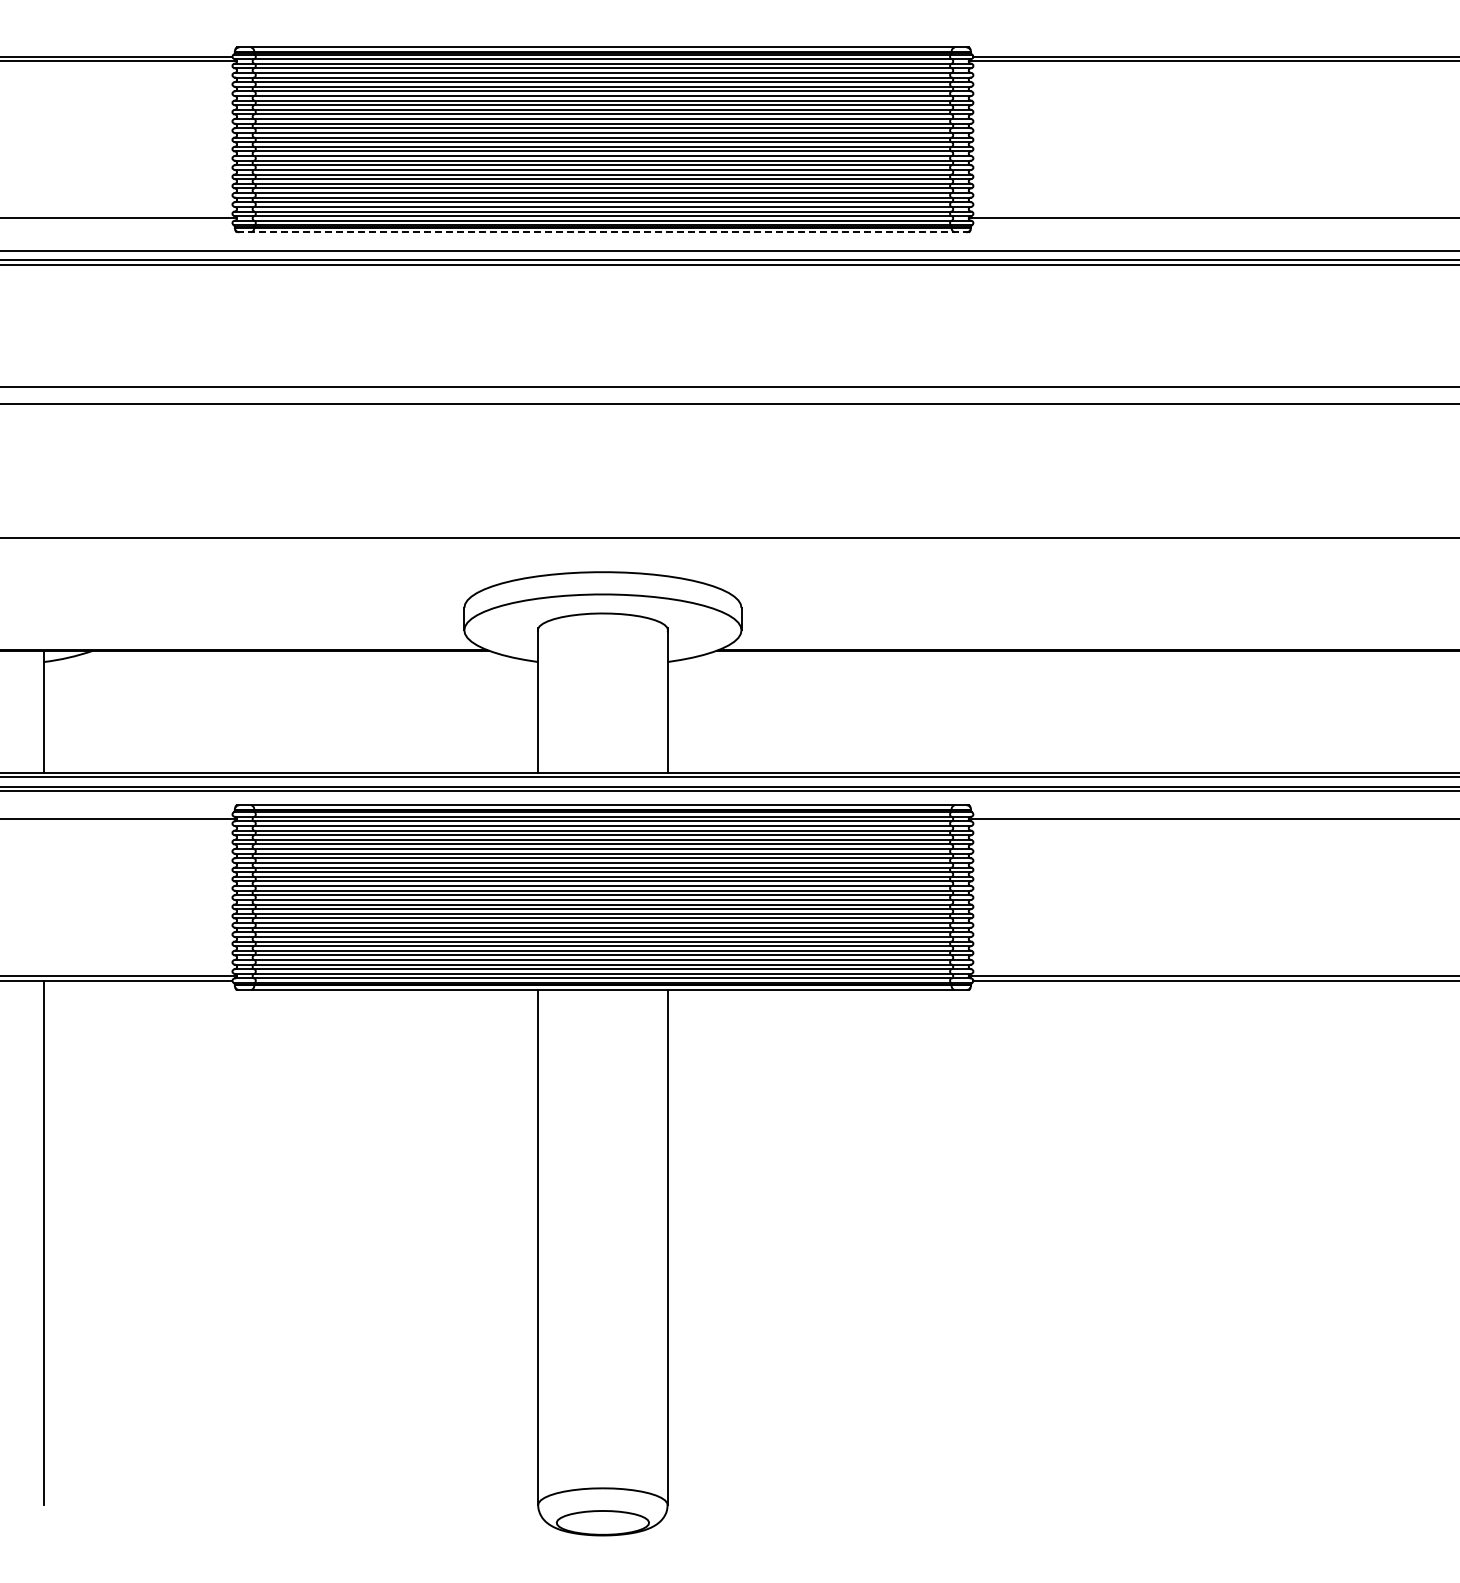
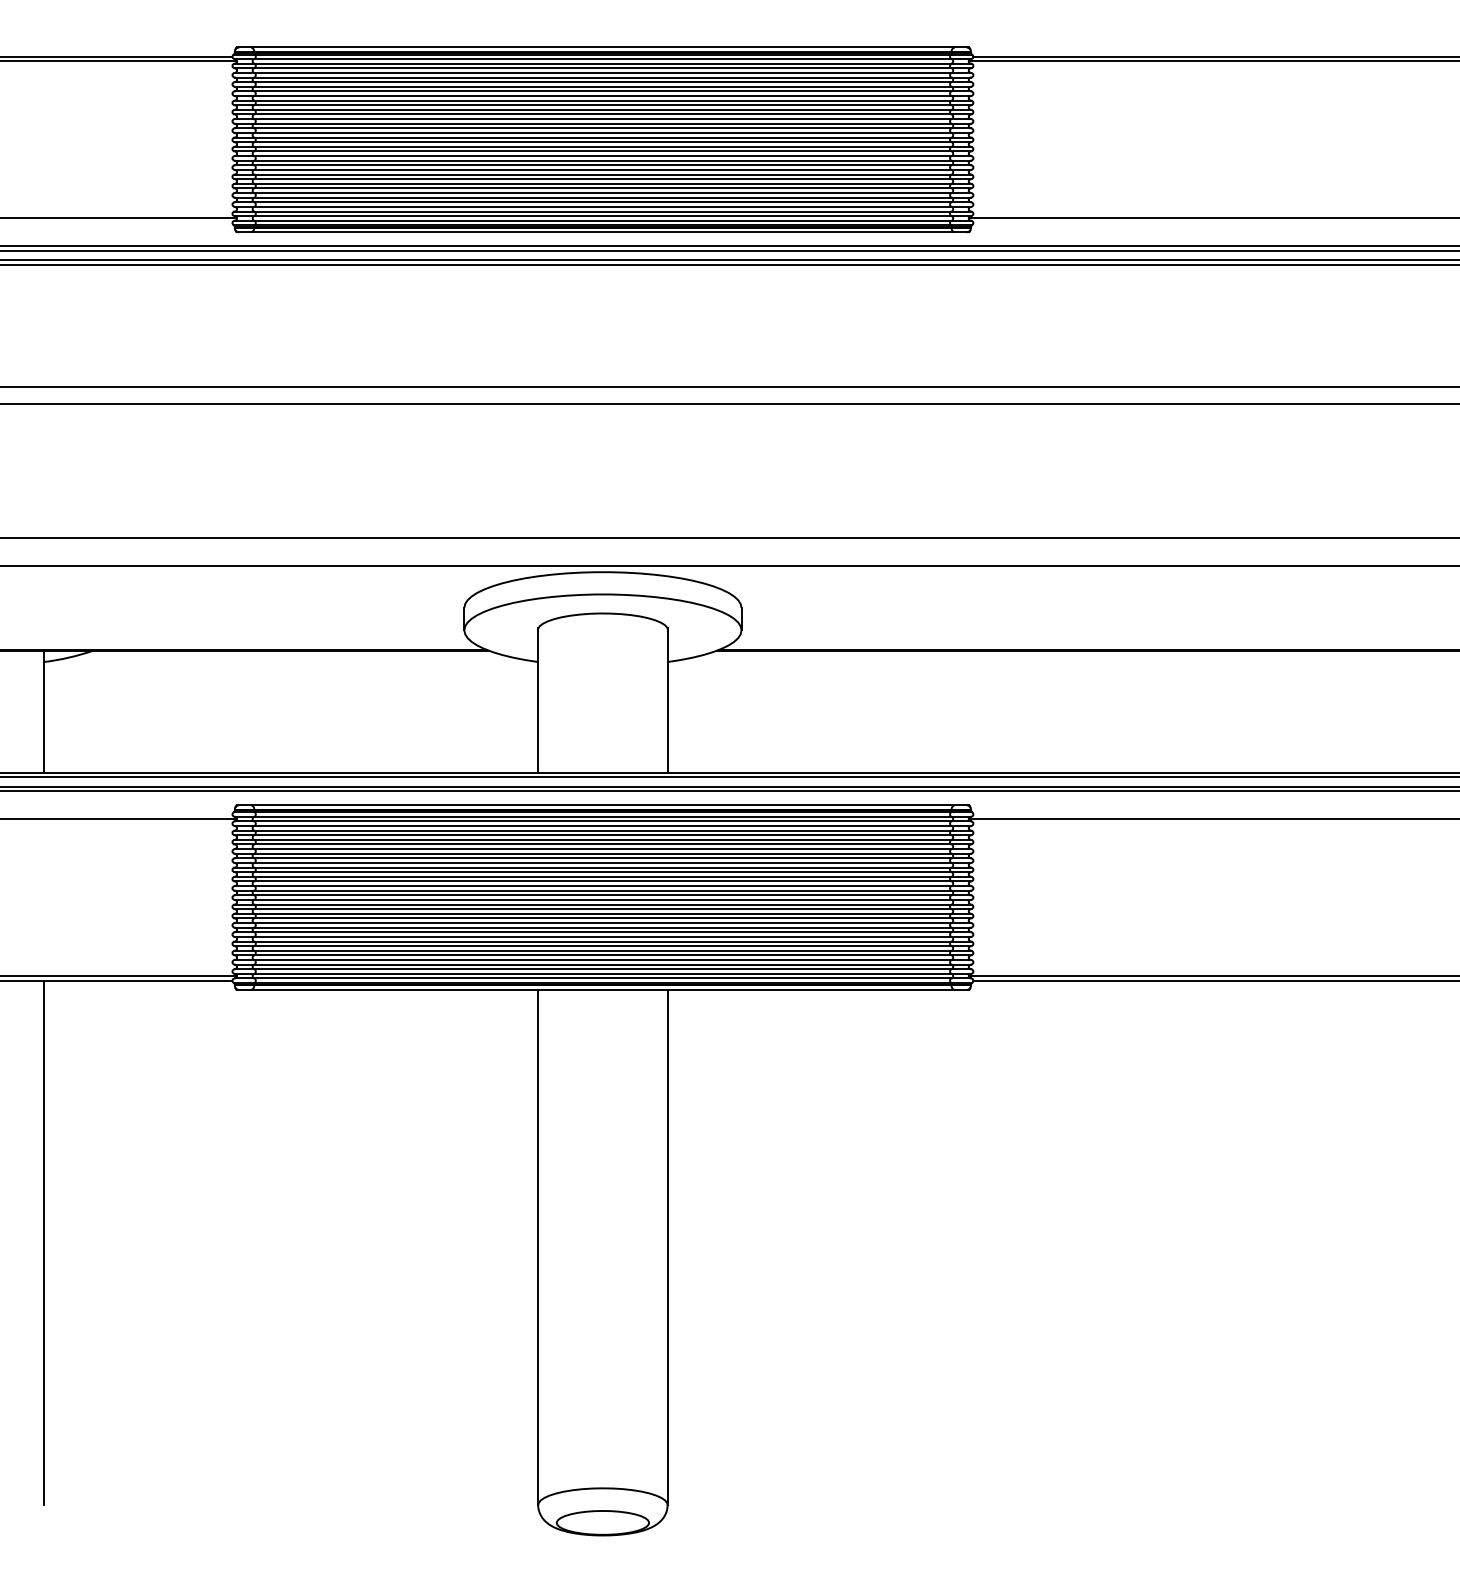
line at (602, 232): dashed -> solid
line at (729, 246): none -> present
line at (729, 566): none -> present
